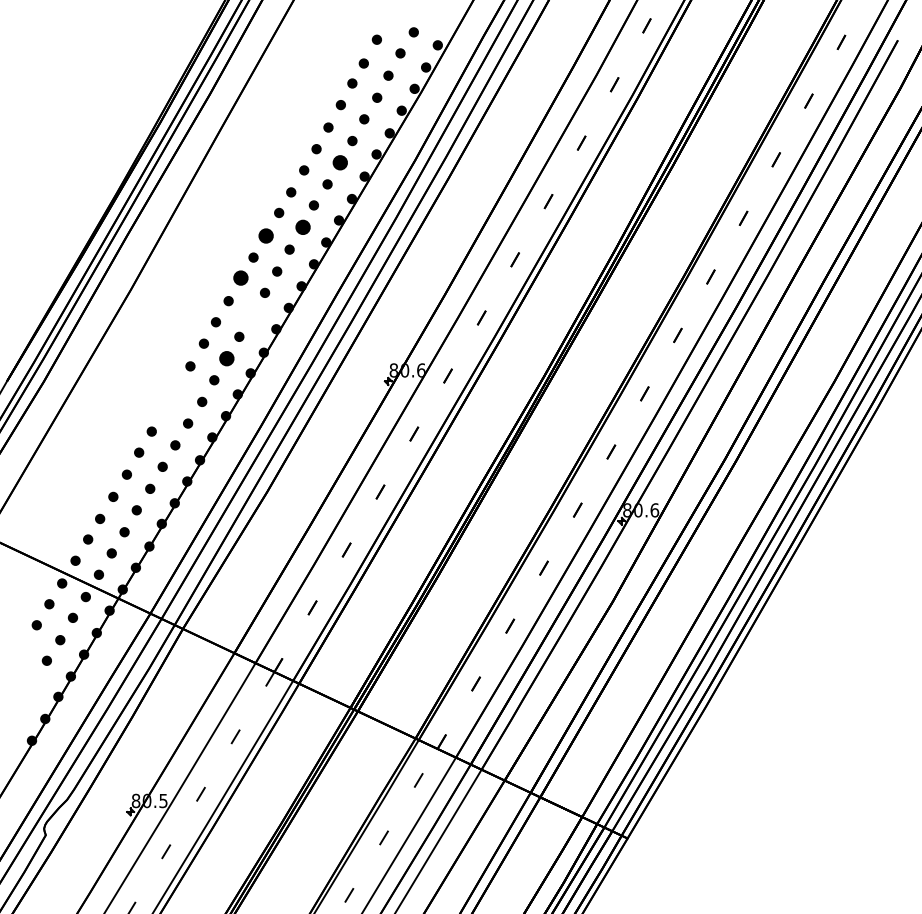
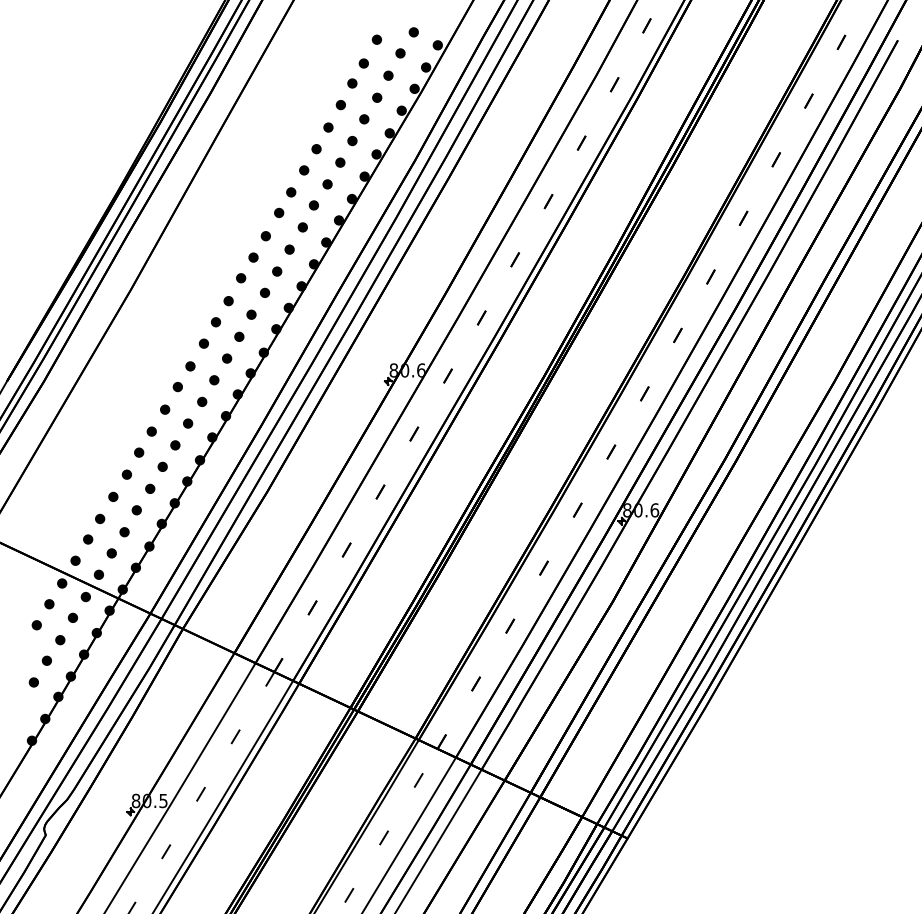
part at (339, 162) size: 16x16 px -> 11x11 px
part at (302, 226) size: 16x16 px -> 11x11 px
part at (265, 235) size: 16x16 px -> 11x11 px
part at (240, 277) size: 16x16 px -> 11x11 px
part at (251, 314): none -> present
part at (226, 358) size: 16x16 px -> 11x11 px
part at (177, 387): none -> present
part at (165, 409): none -> present
part at (33, 682): none -> present
